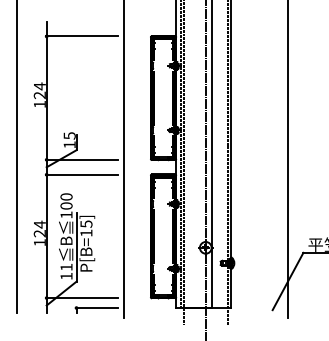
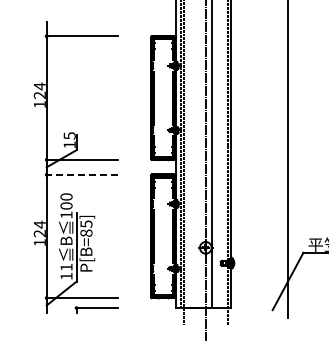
line at (16, 157): present -> none
line at (123, 159): present -> none
line at (81, 174): solid -> dashed
text at (86, 232): P[B=15] -> P[B=85]
